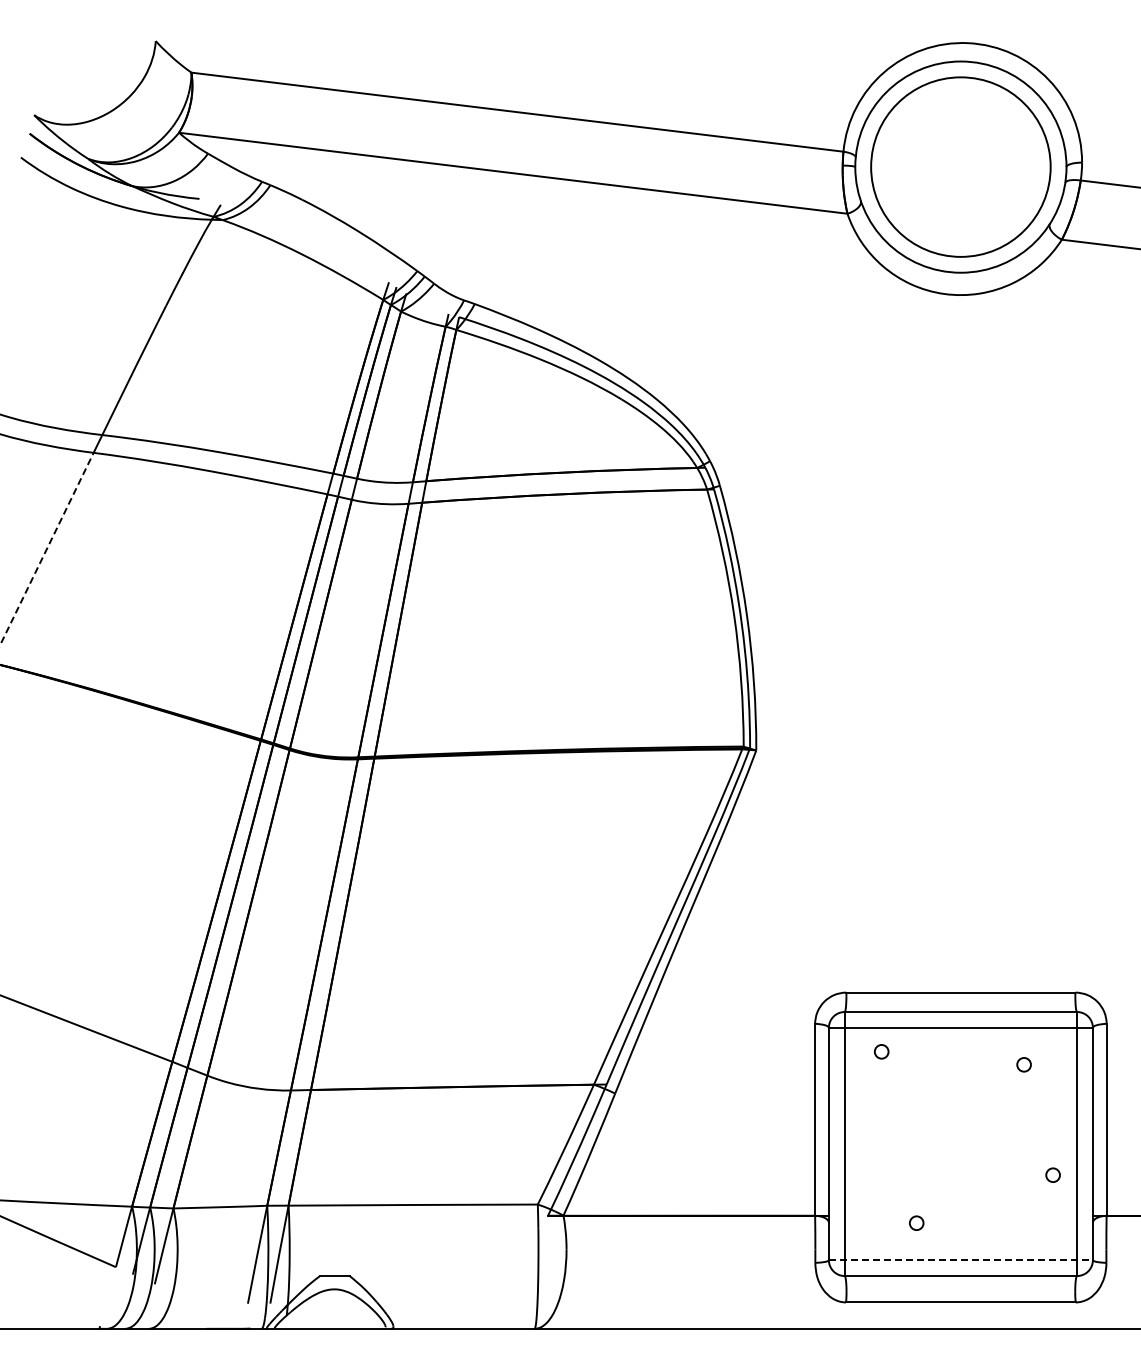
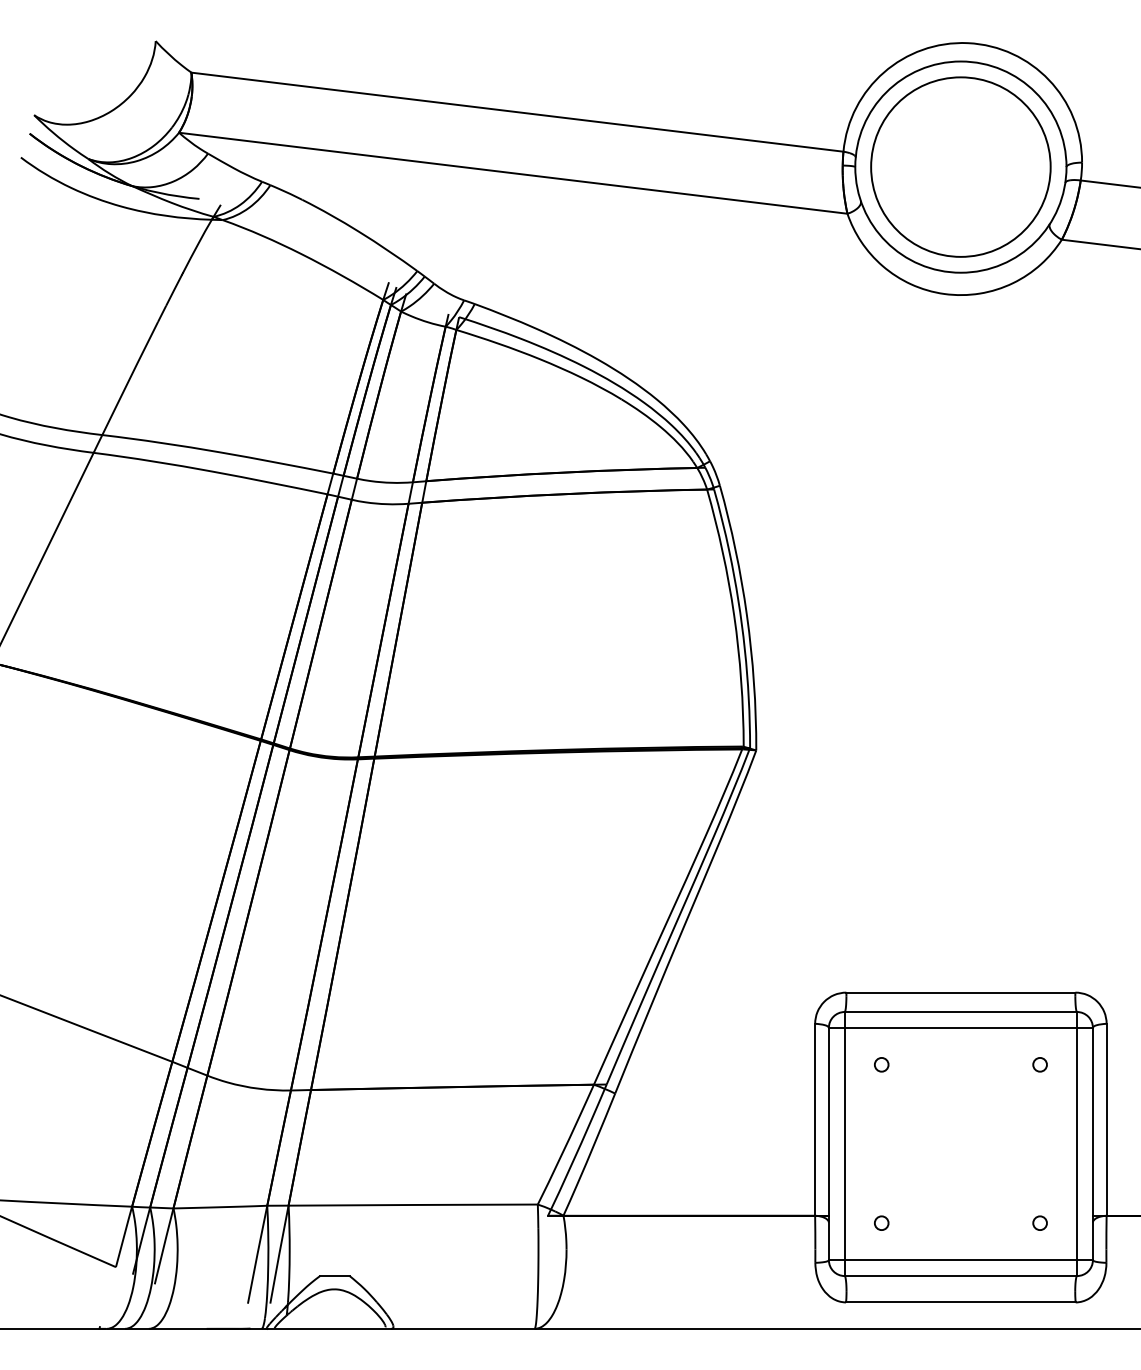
line at (47, 548): dashed -> solid
circle at (881, 1051) position: (881, 1051) -> (881, 1064)
circle at (1023, 1064) position: (1023, 1064) -> (1039, 1064)
circle at (1052, 1174) position: (1052, 1174) -> (1039, 1222)
circle at (916, 1222) position: (916, 1222) -> (881, 1222)
line at (961, 1260): dashed -> solid
